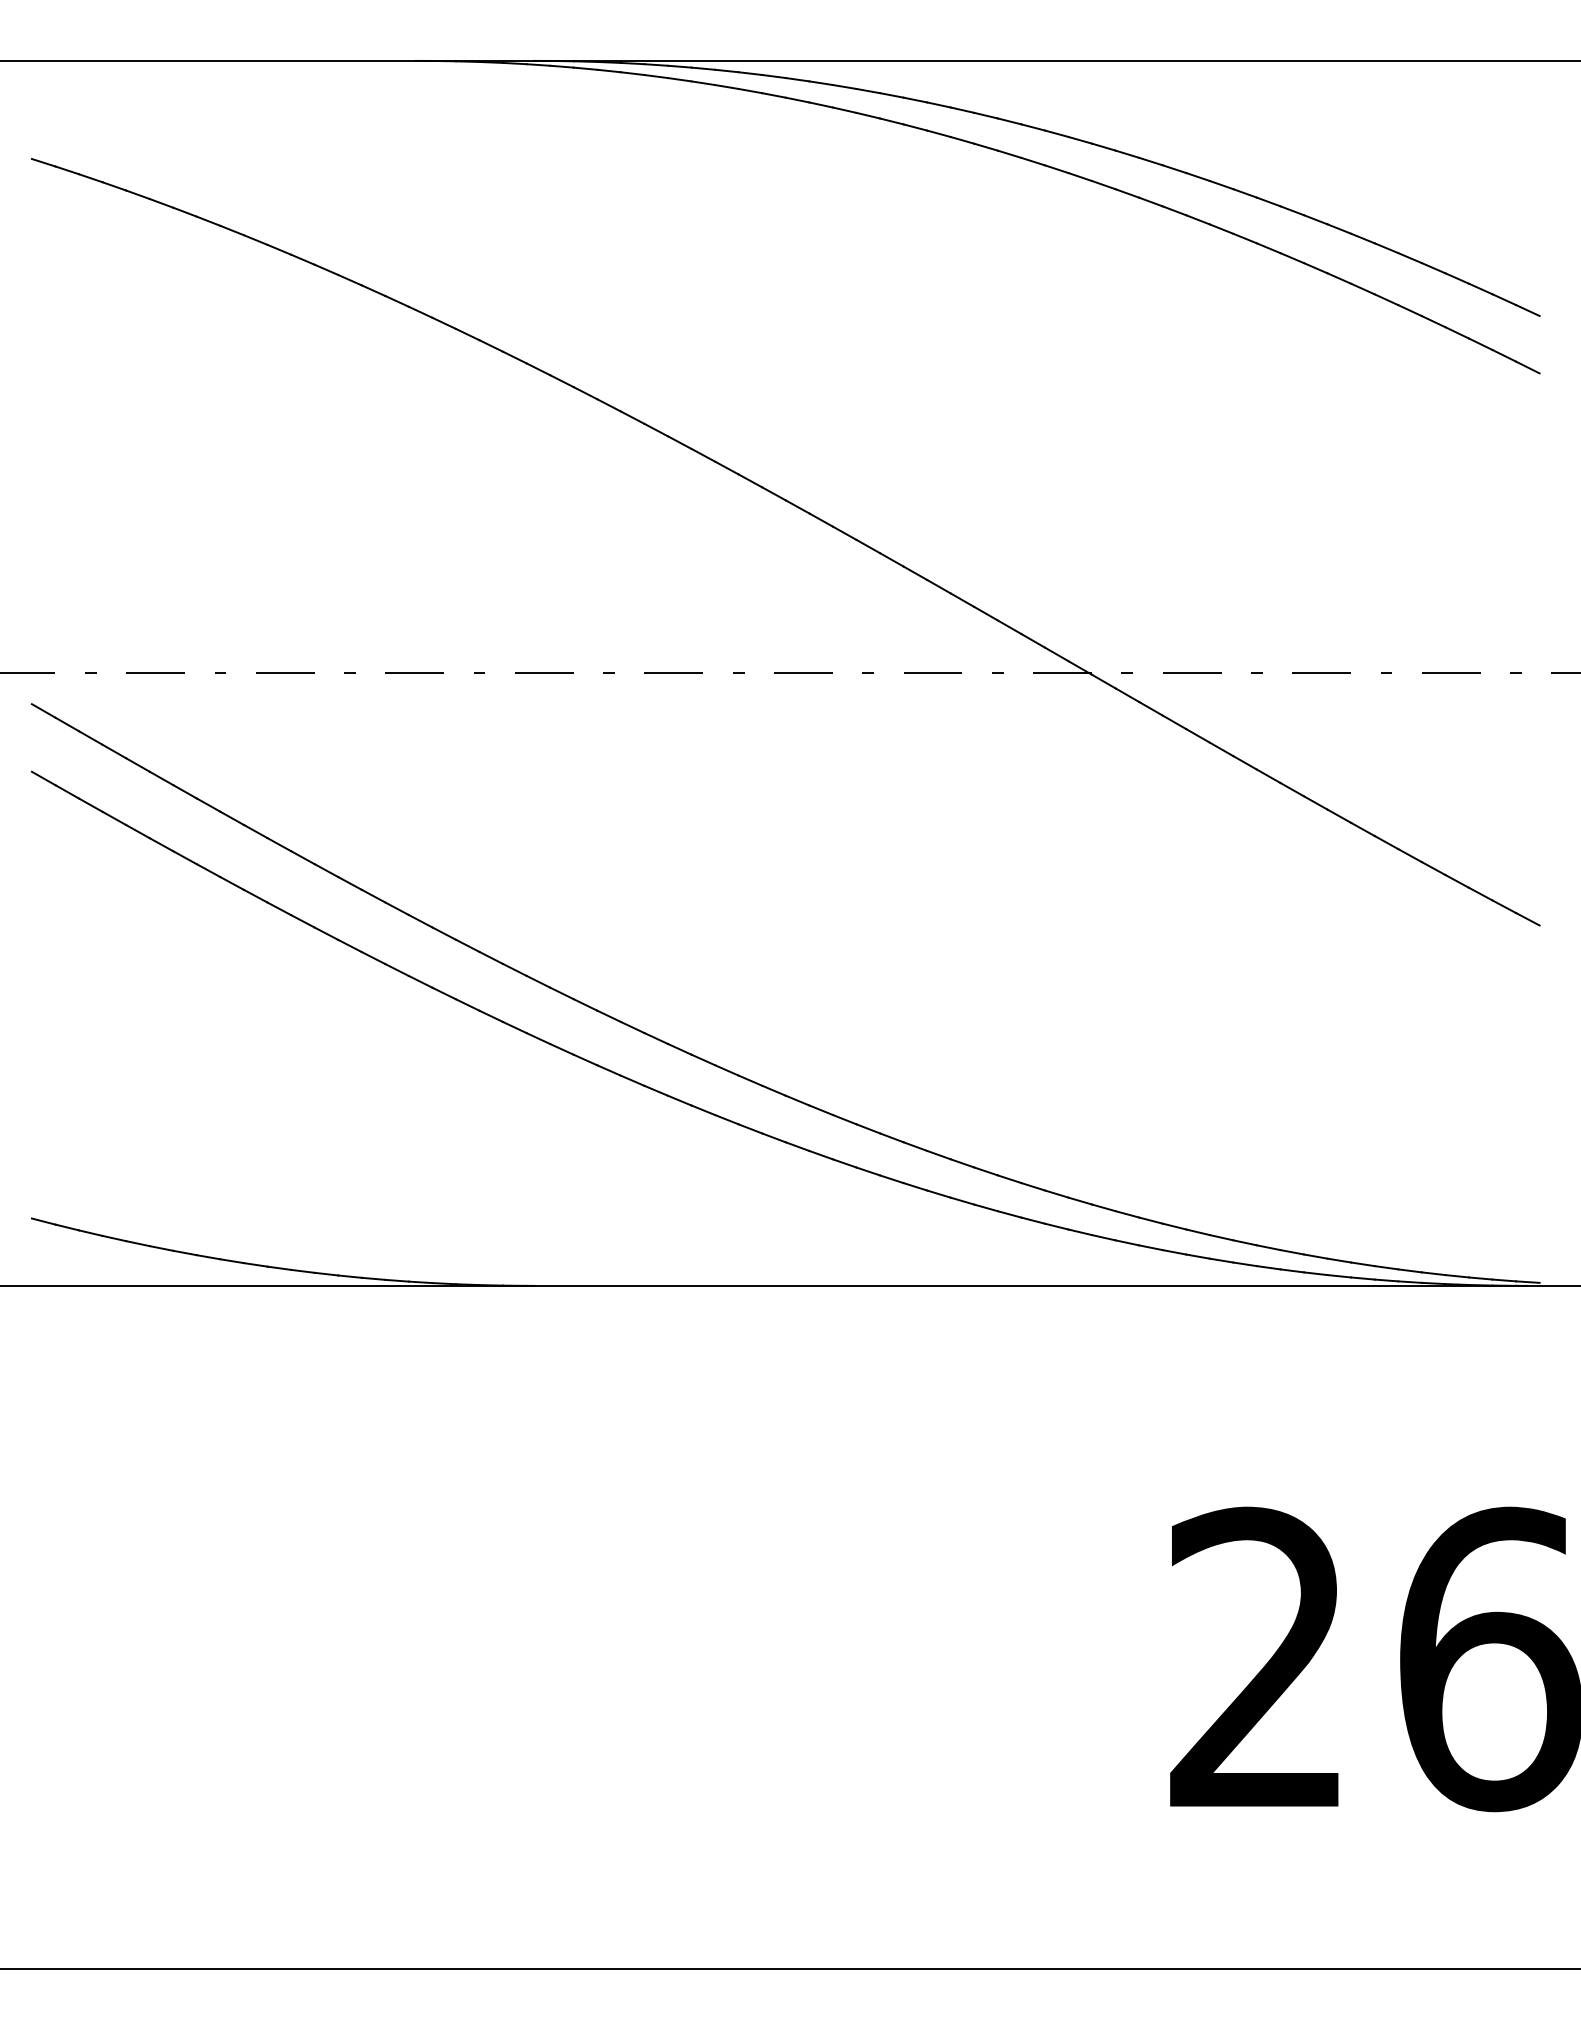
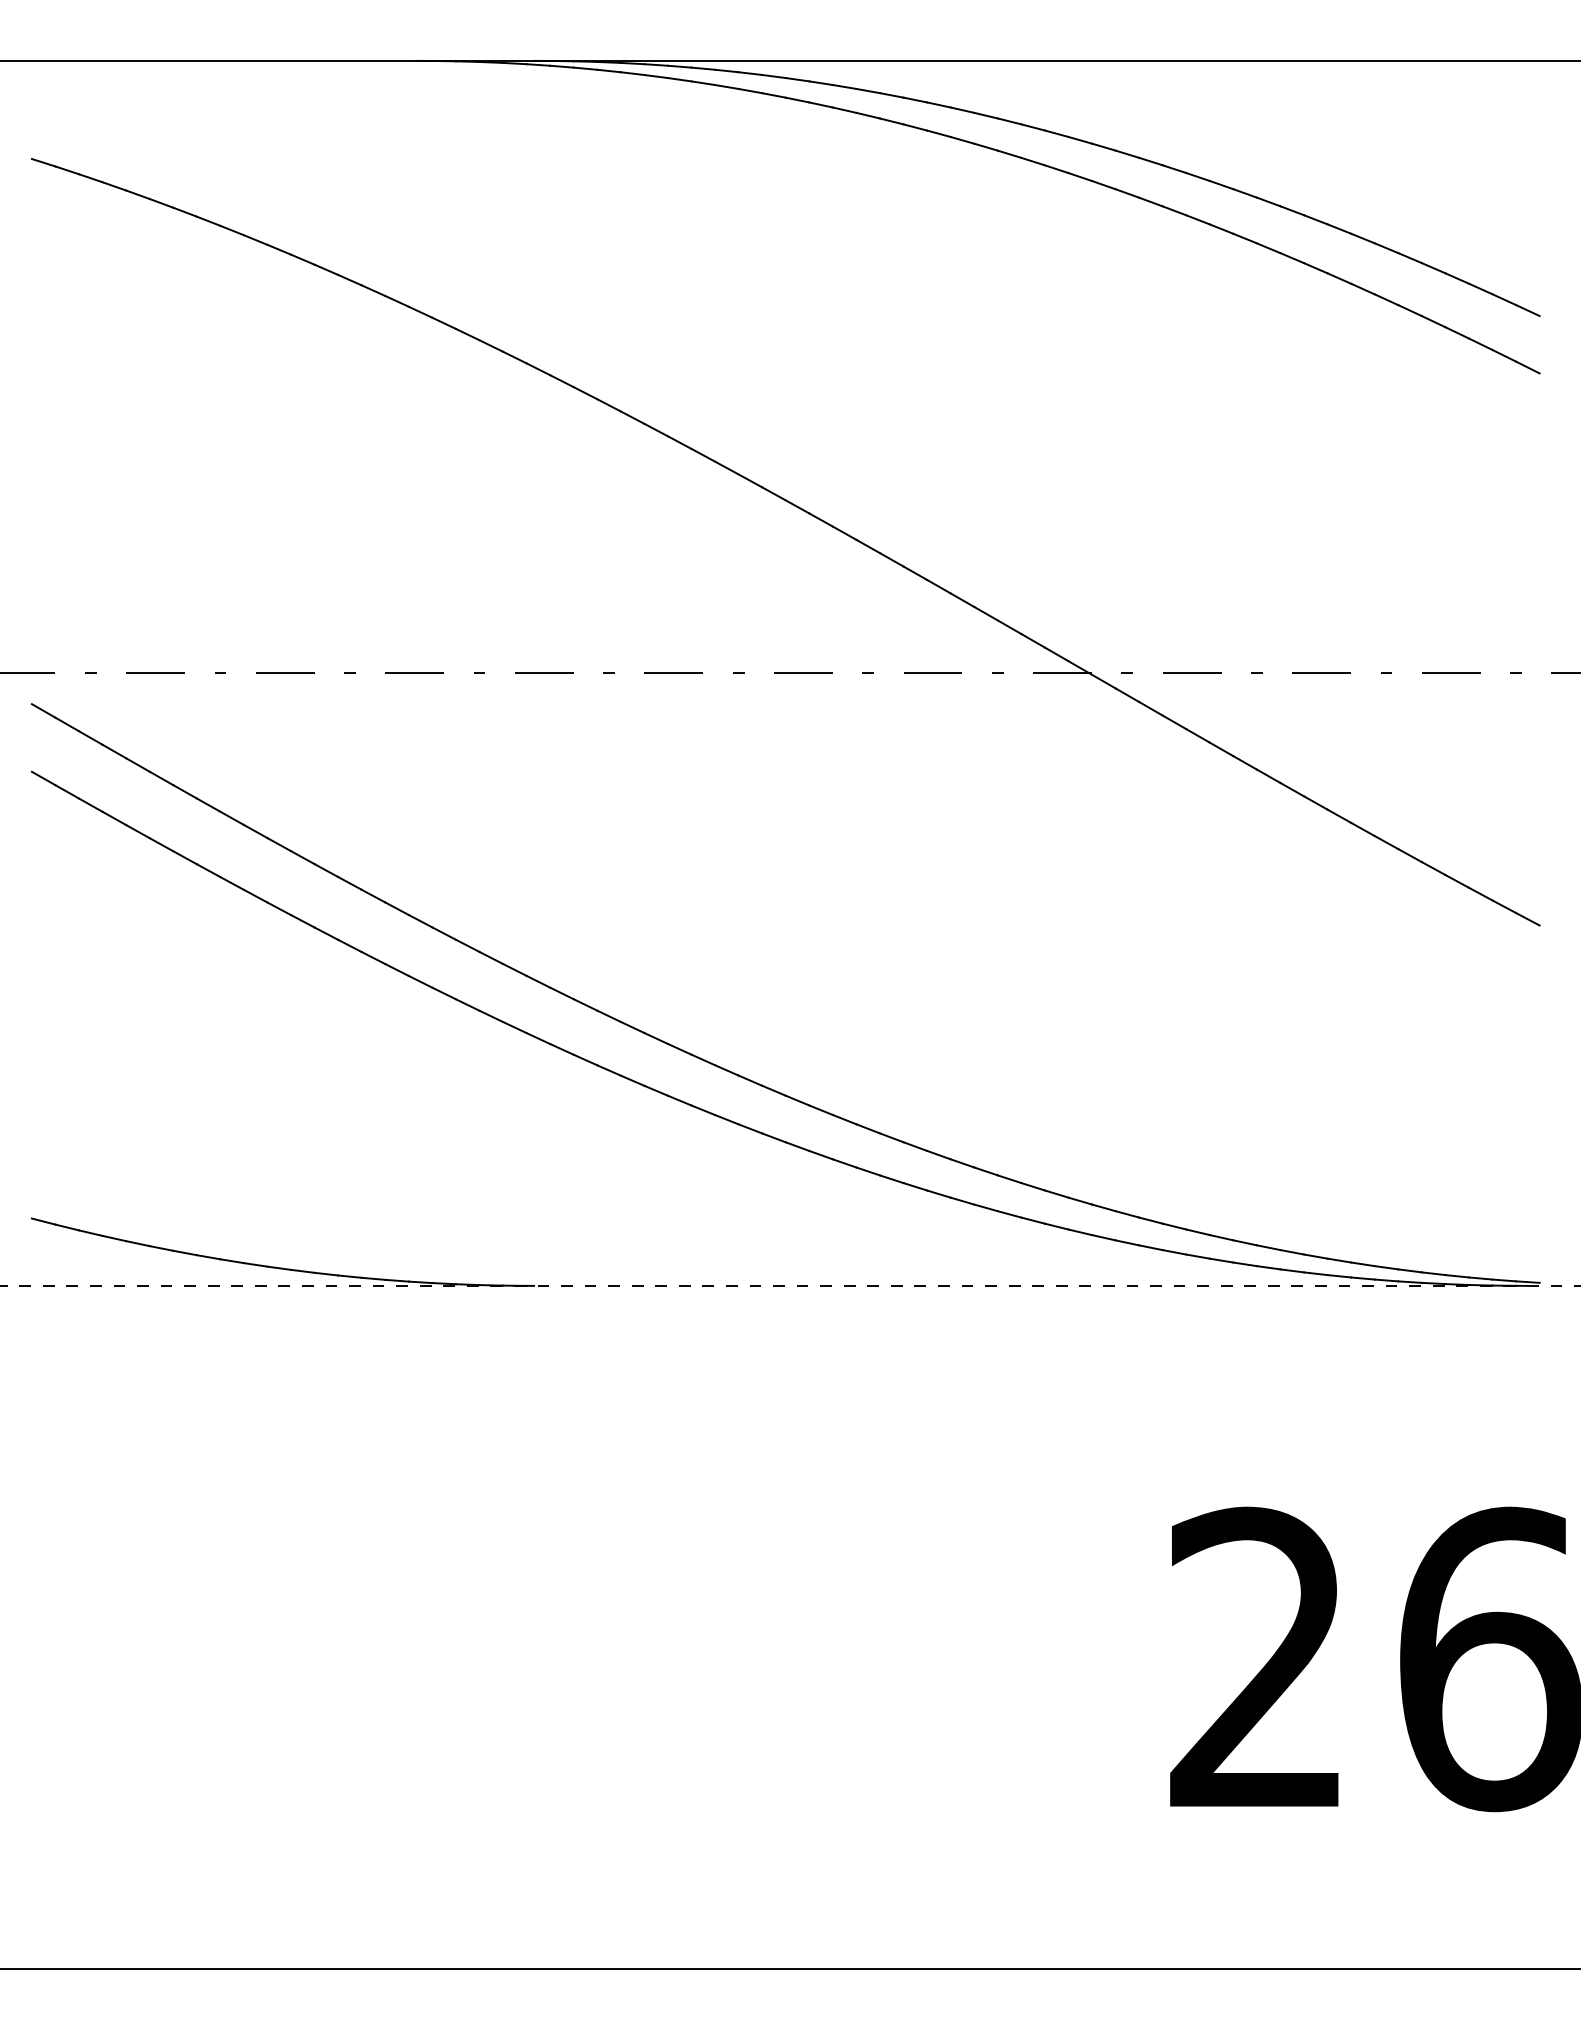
line at (790, 1285): solid -> dashed
